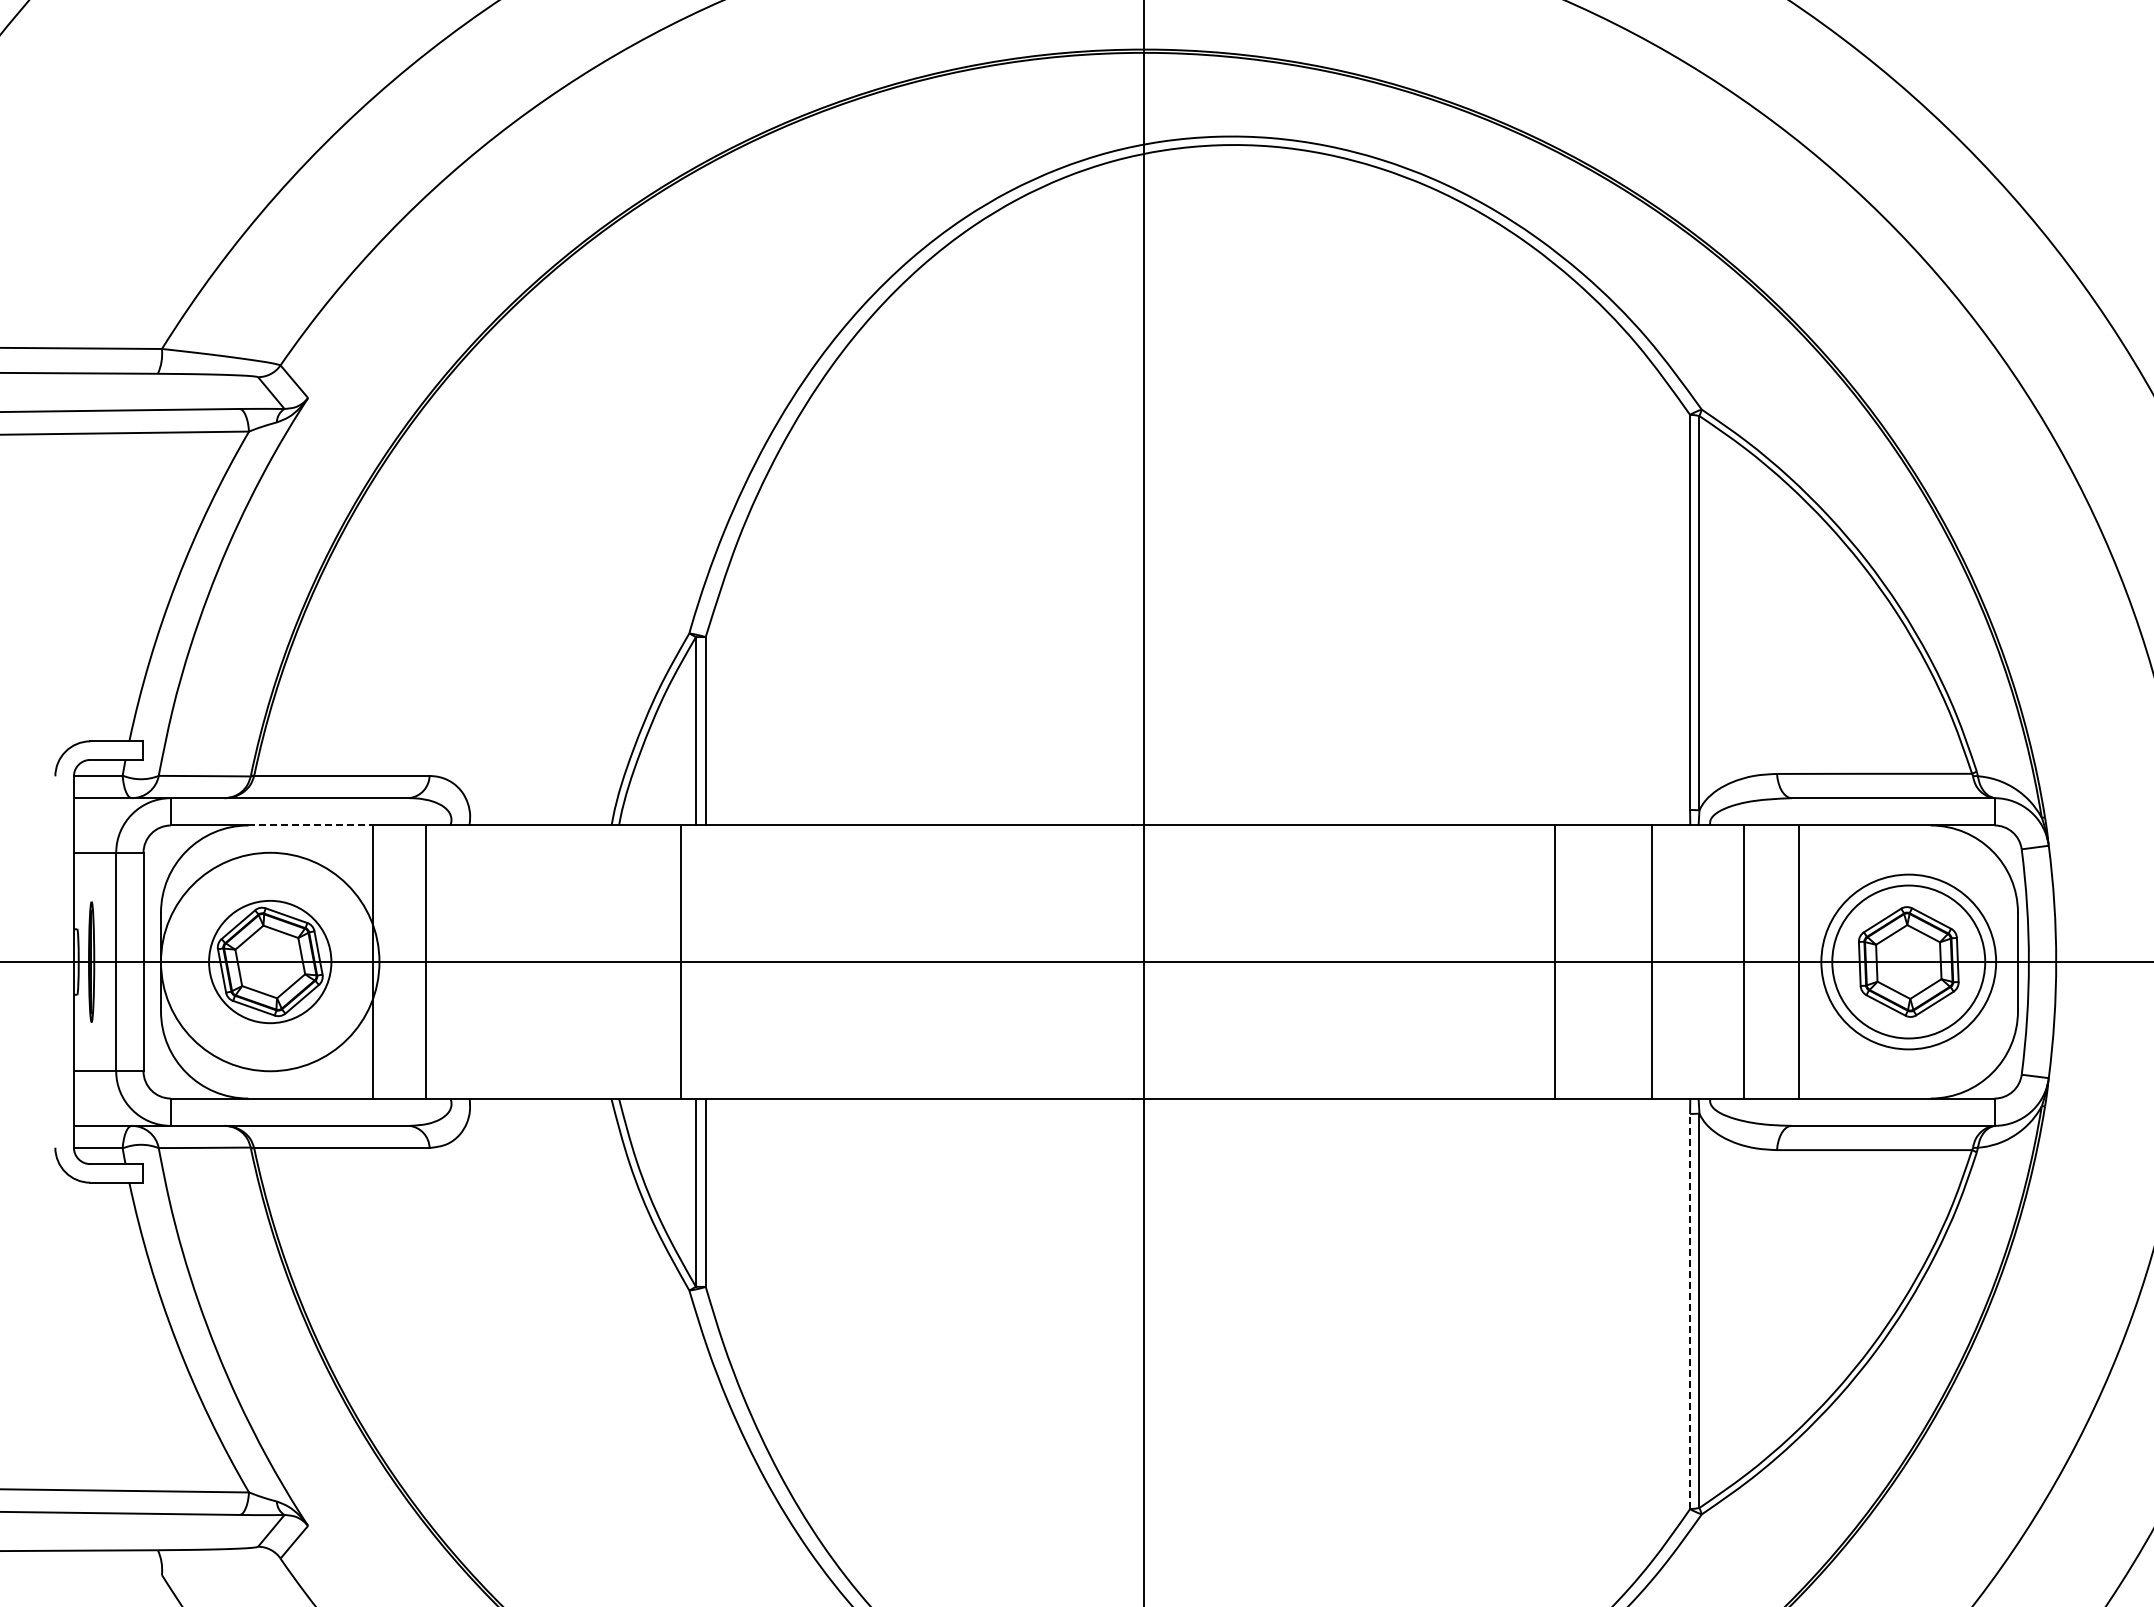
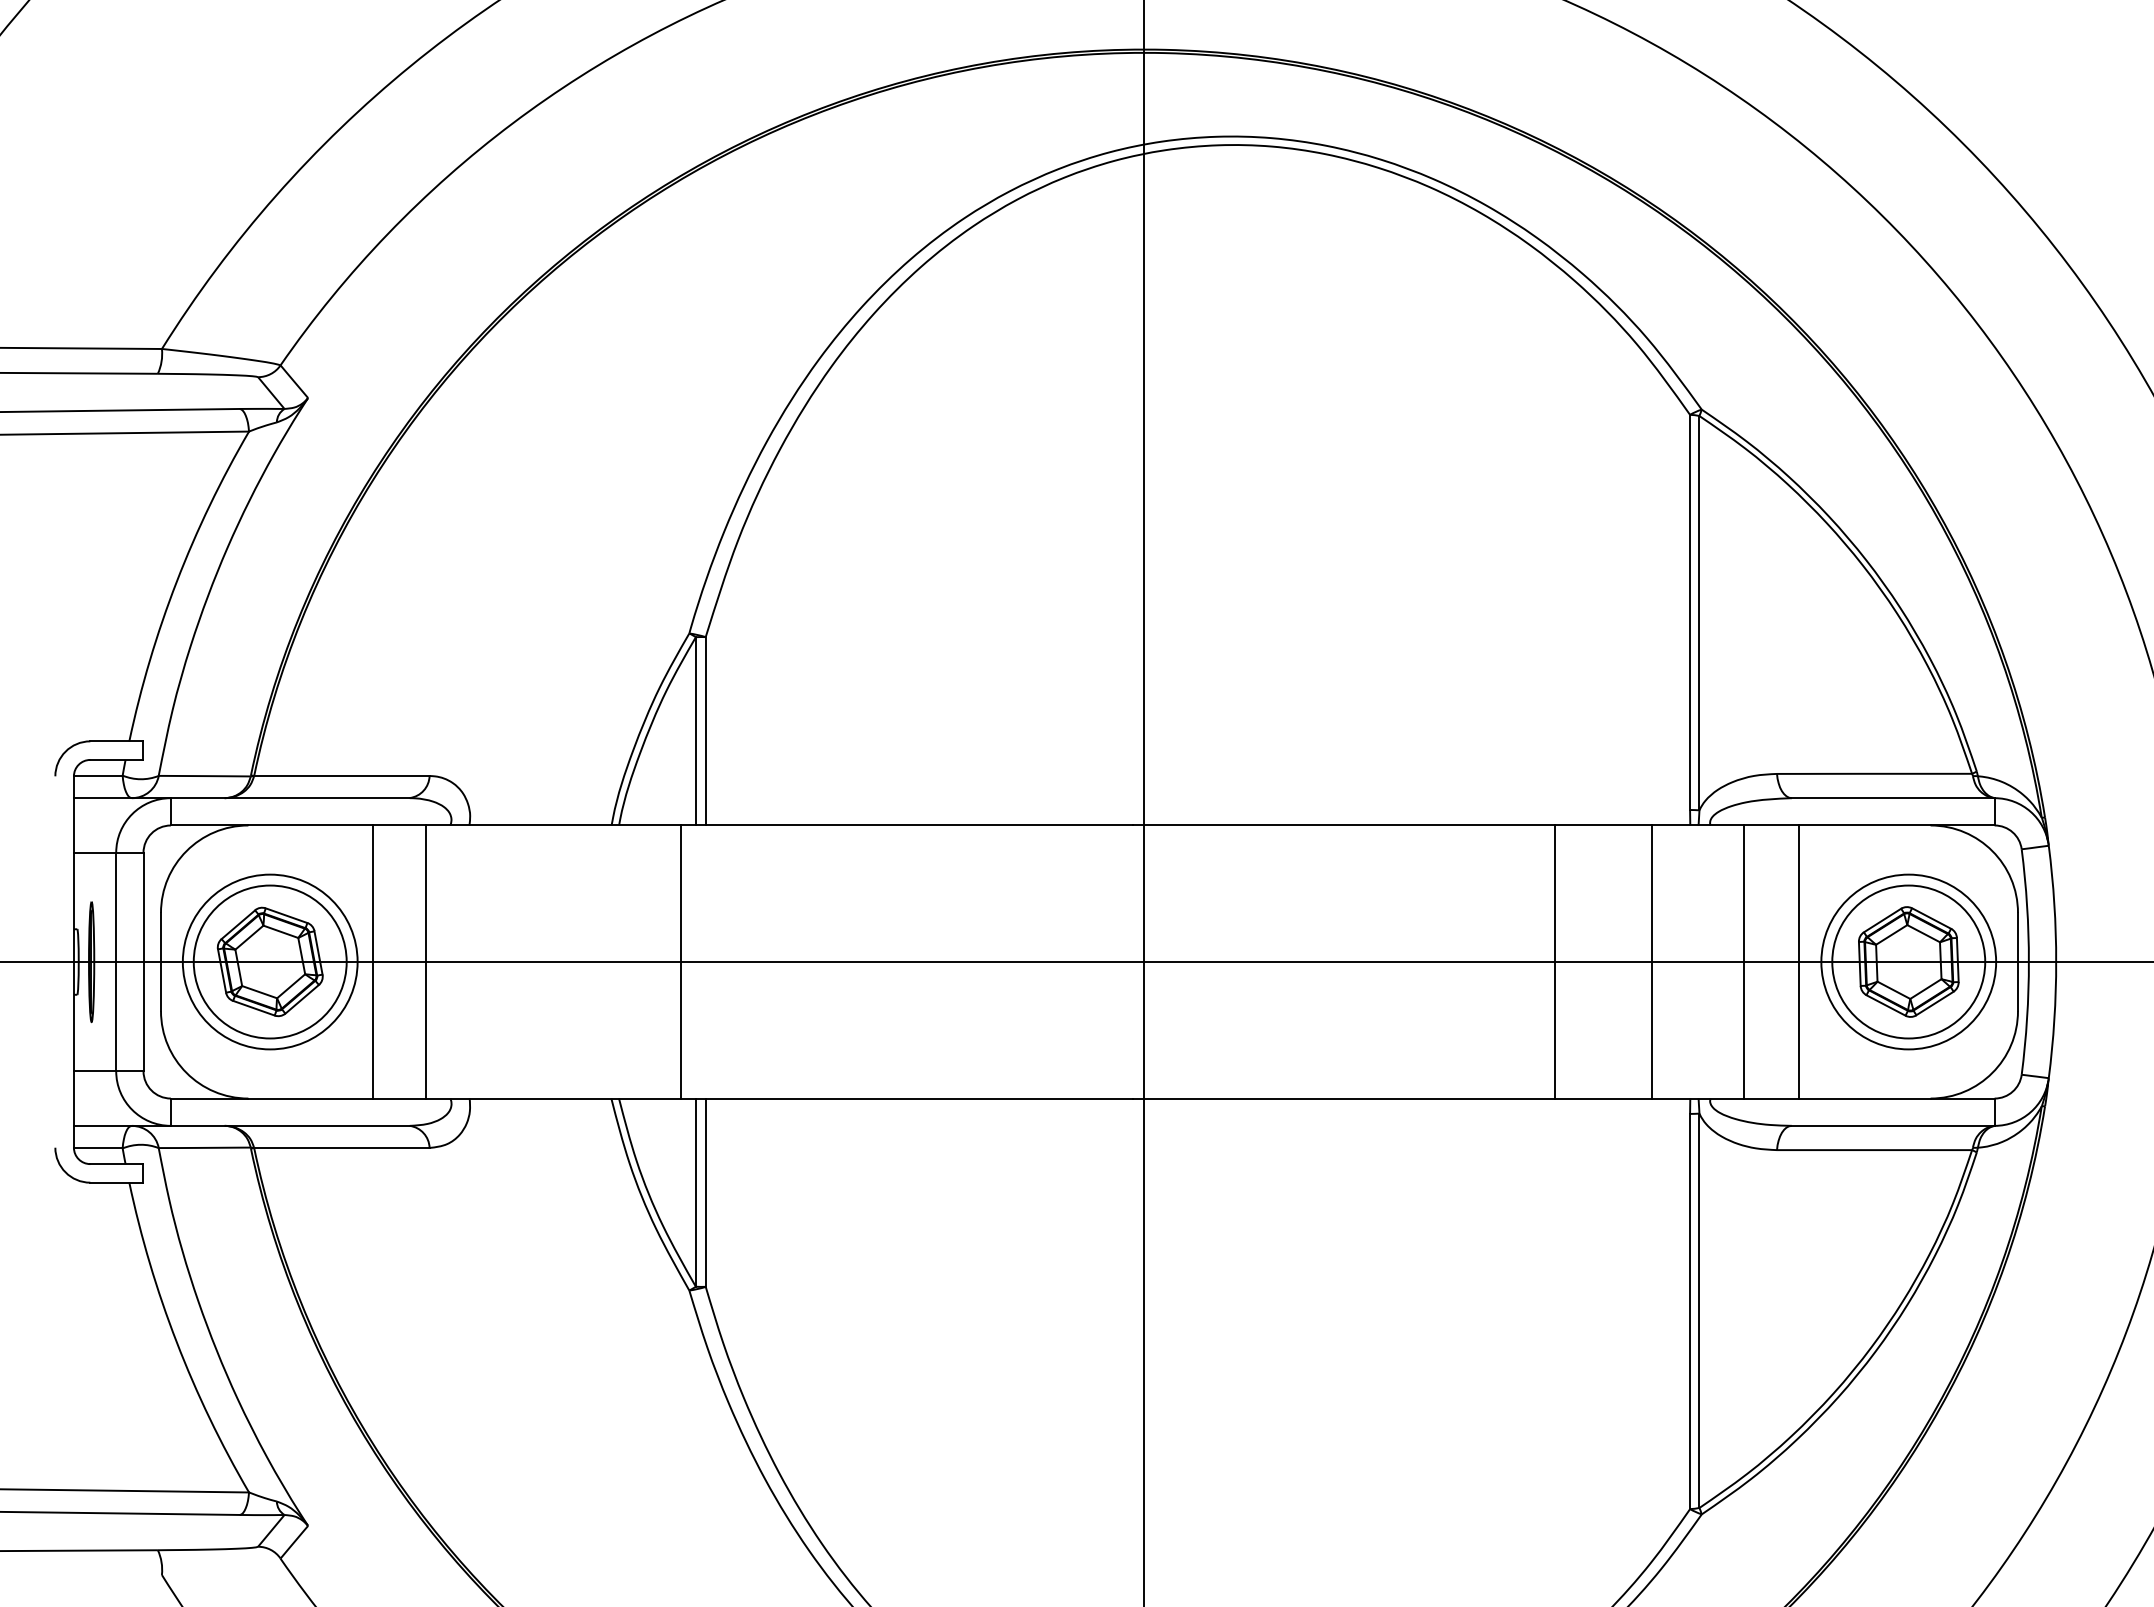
line at (311, 825): dashed -> solid
circle at (270, 961) diameter: 122 px -> 153 px
circle at (270, 961) diameter: 218 px -> 175 px
line at (1690, 1311): dashed -> solid
